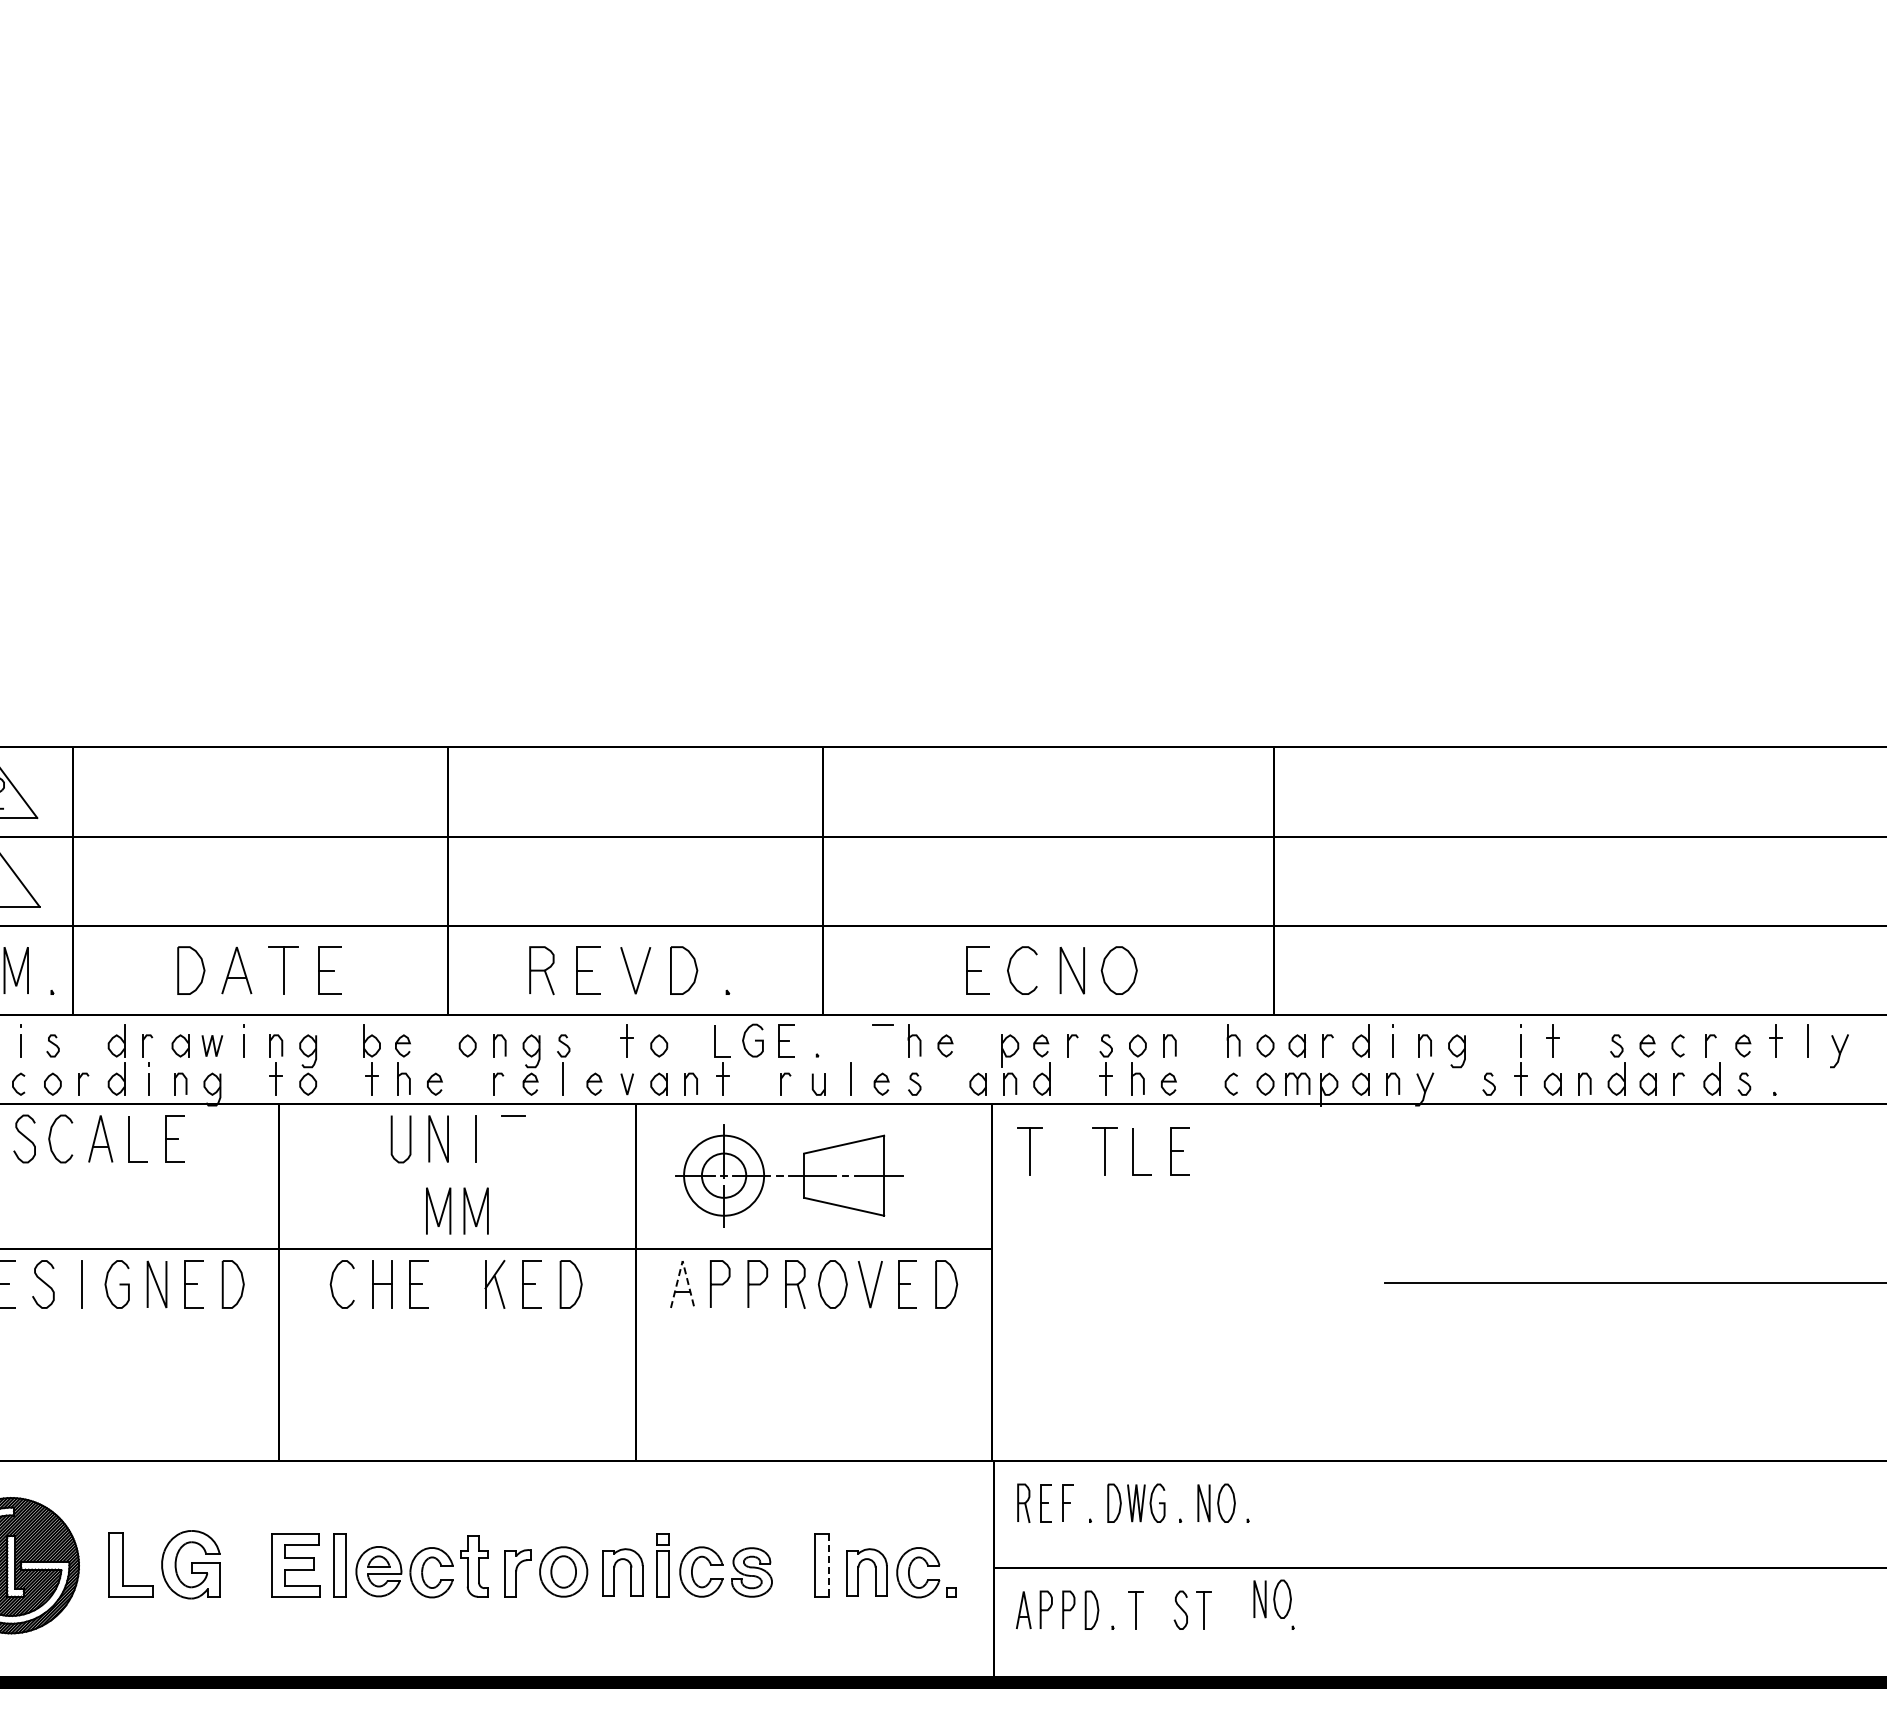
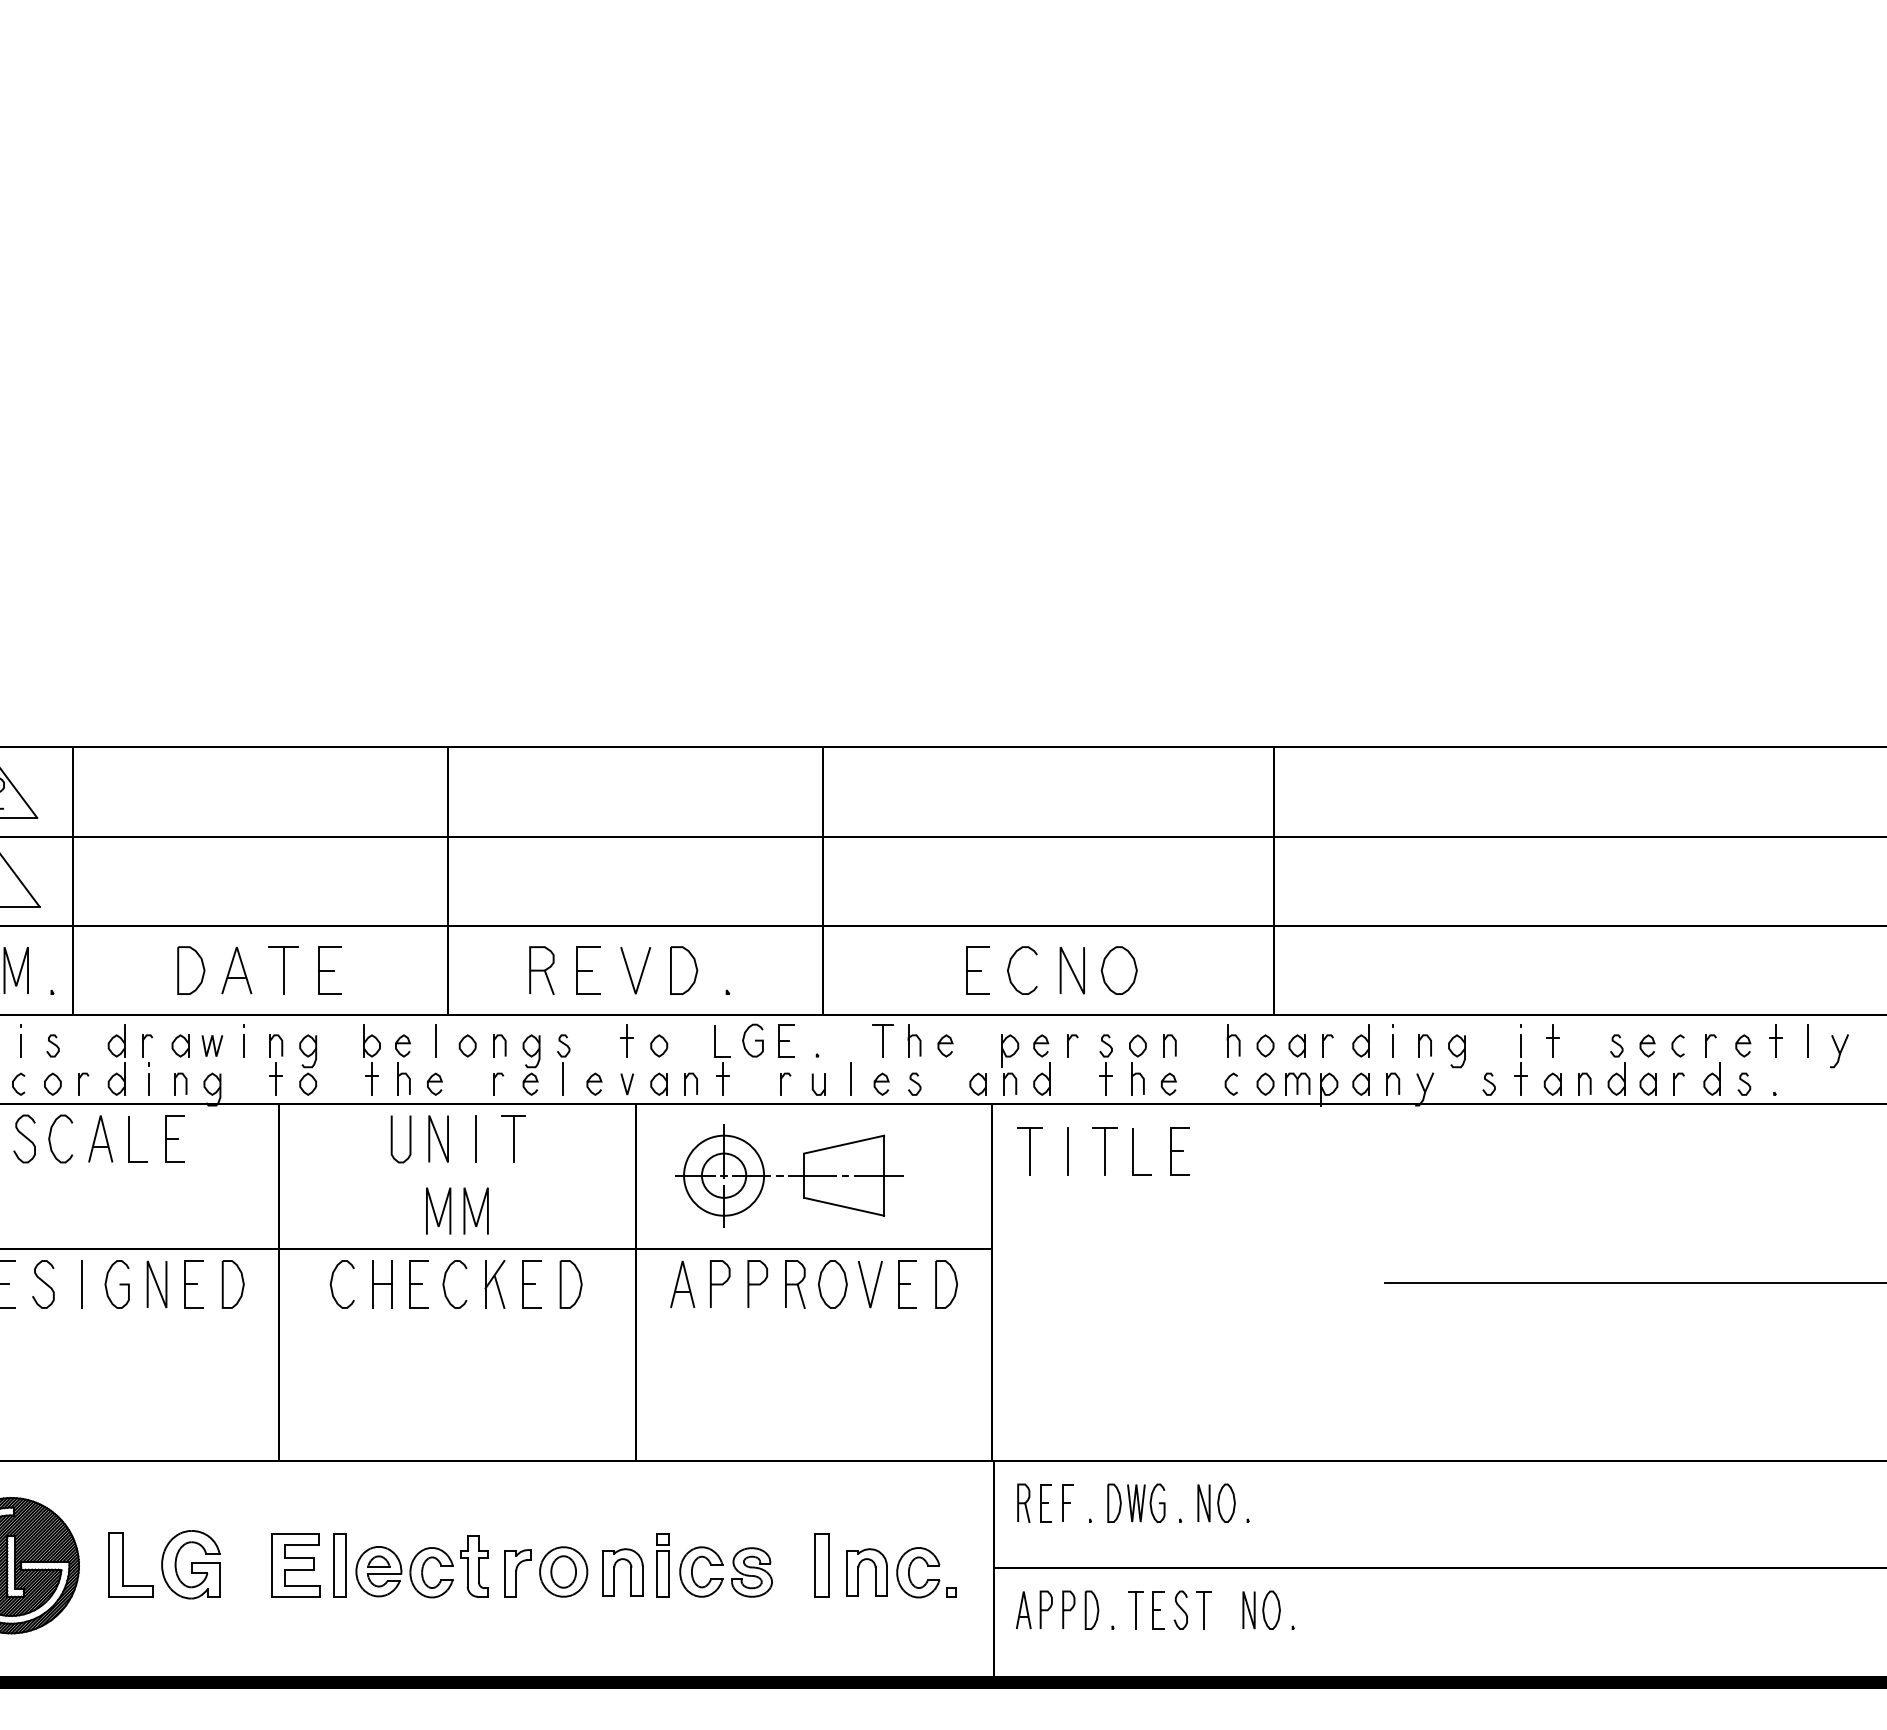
line at (435, 1040): none -> present
line at (882, 1040): none -> present
line at (513, 1138): none -> present
line at (1067, 1150): none -> present
line at (682, 1261): dashed -> solid
curve at (445, 1280): none -> present
line at (828, 1565): dashed -> solid
part at (1272, 1598) position: (1272, 1598) -> (1261, 1609)
part at (1158, 1610): none -> present
